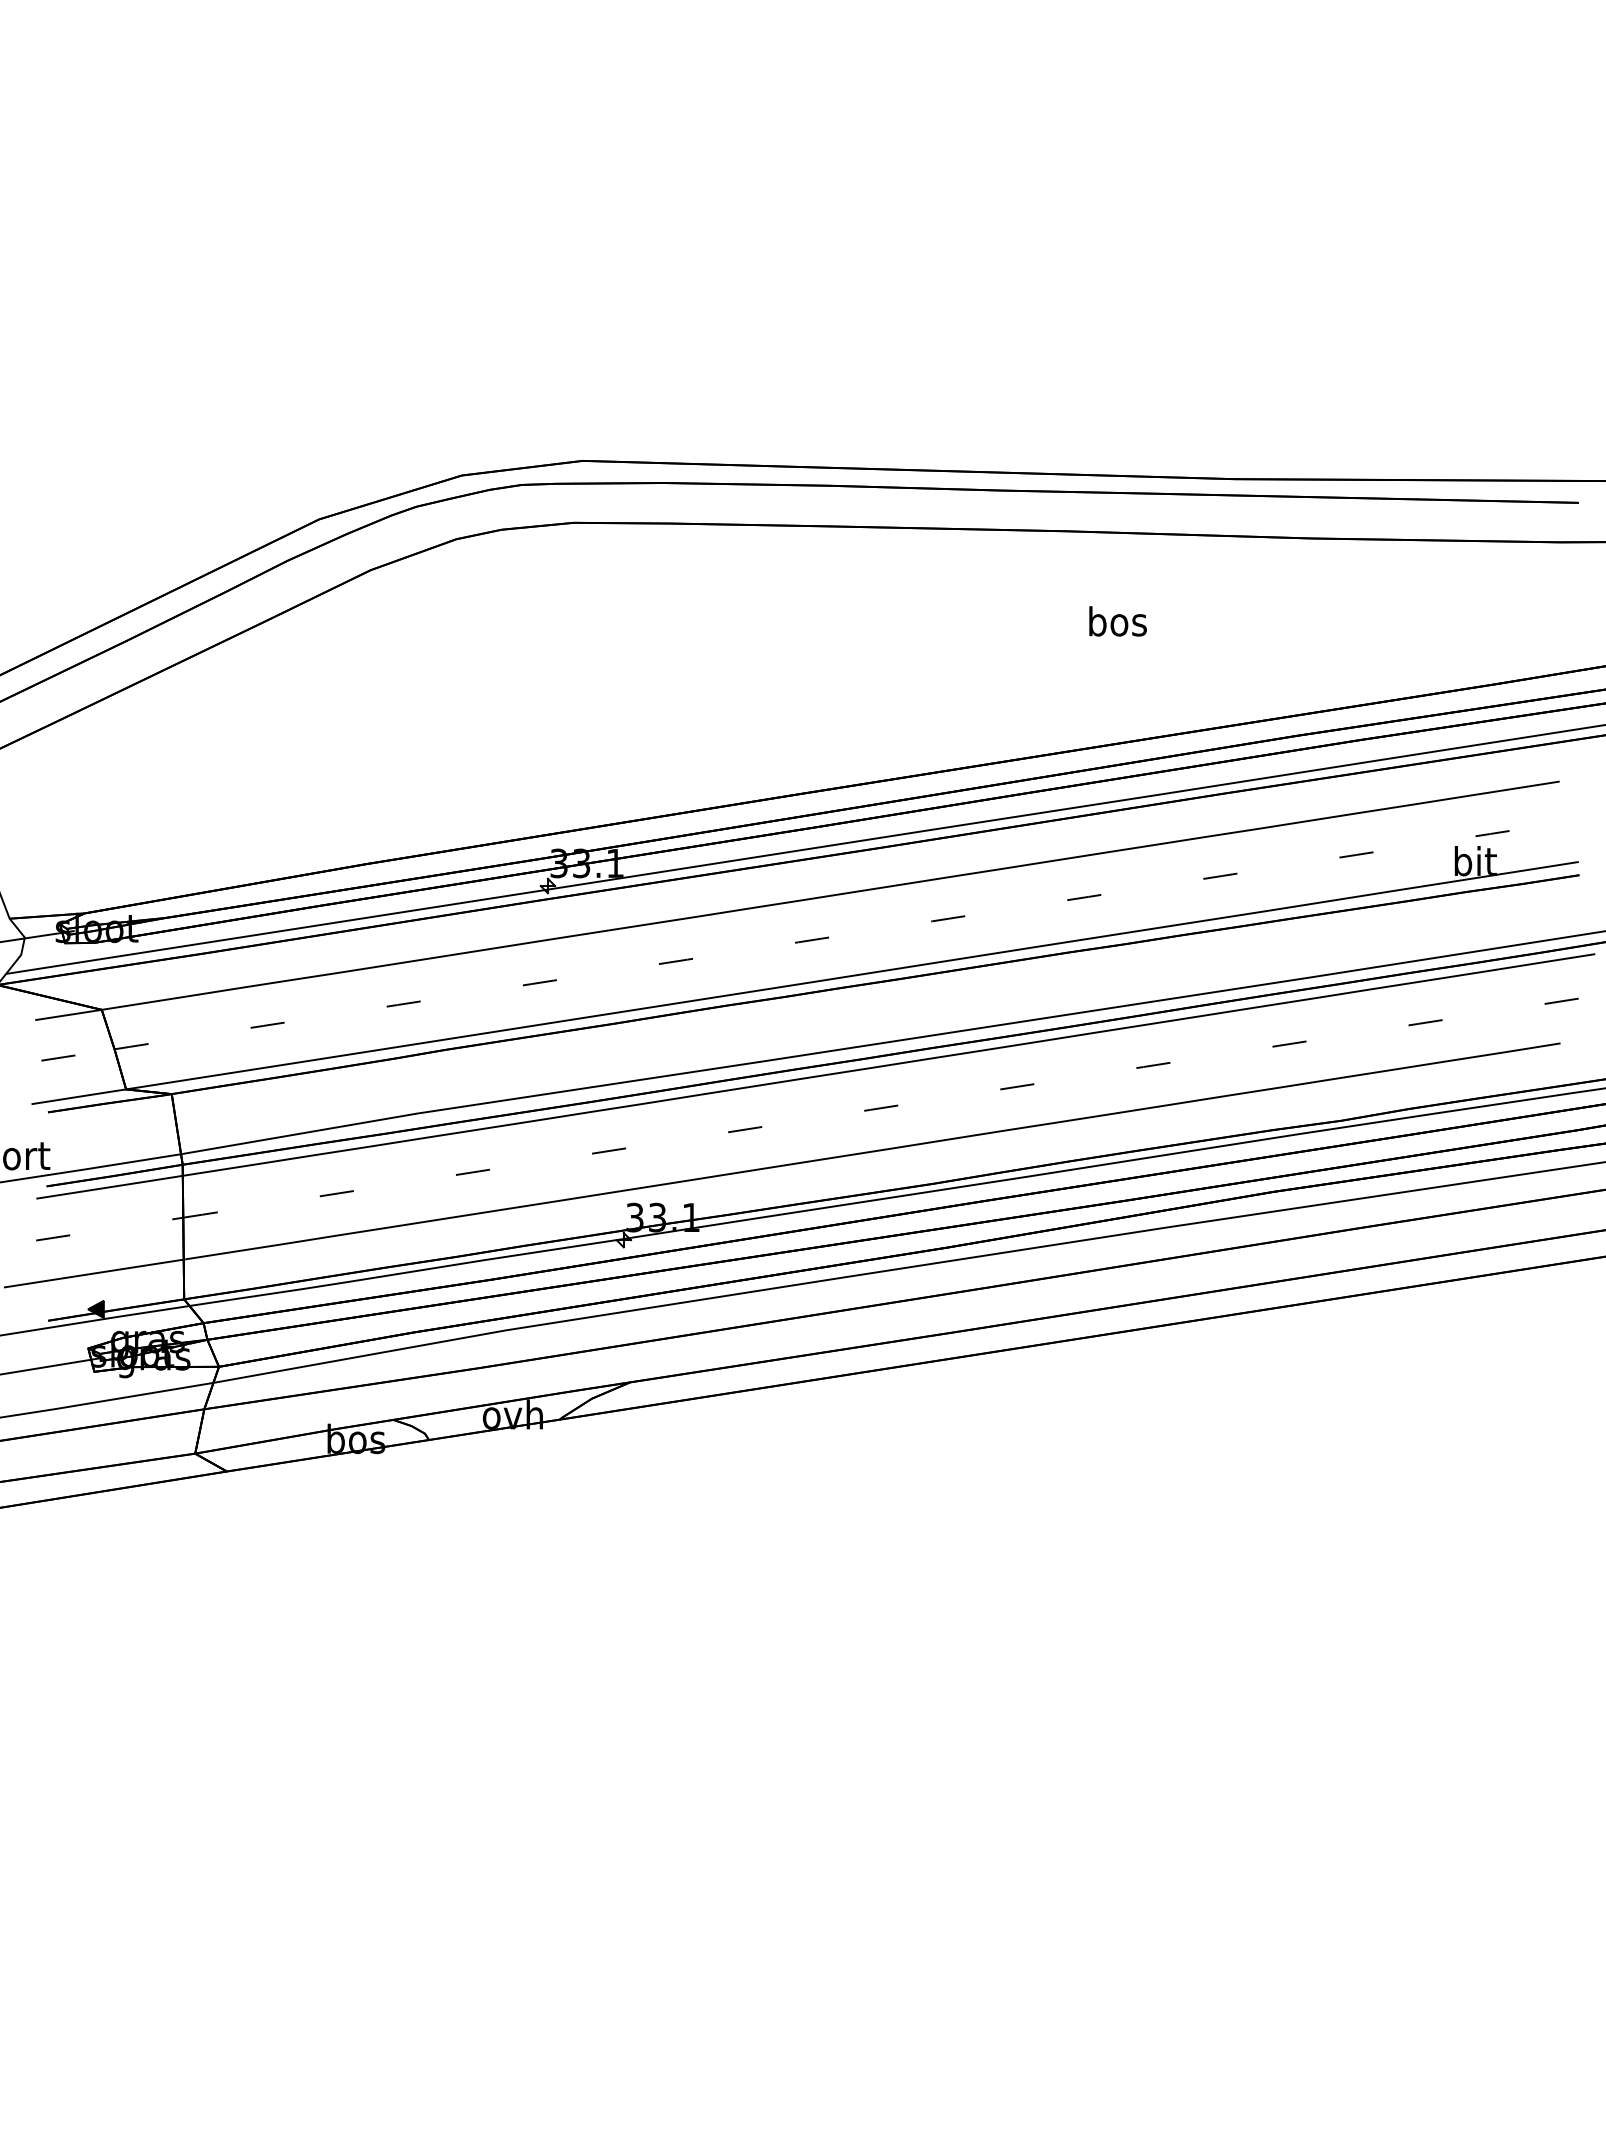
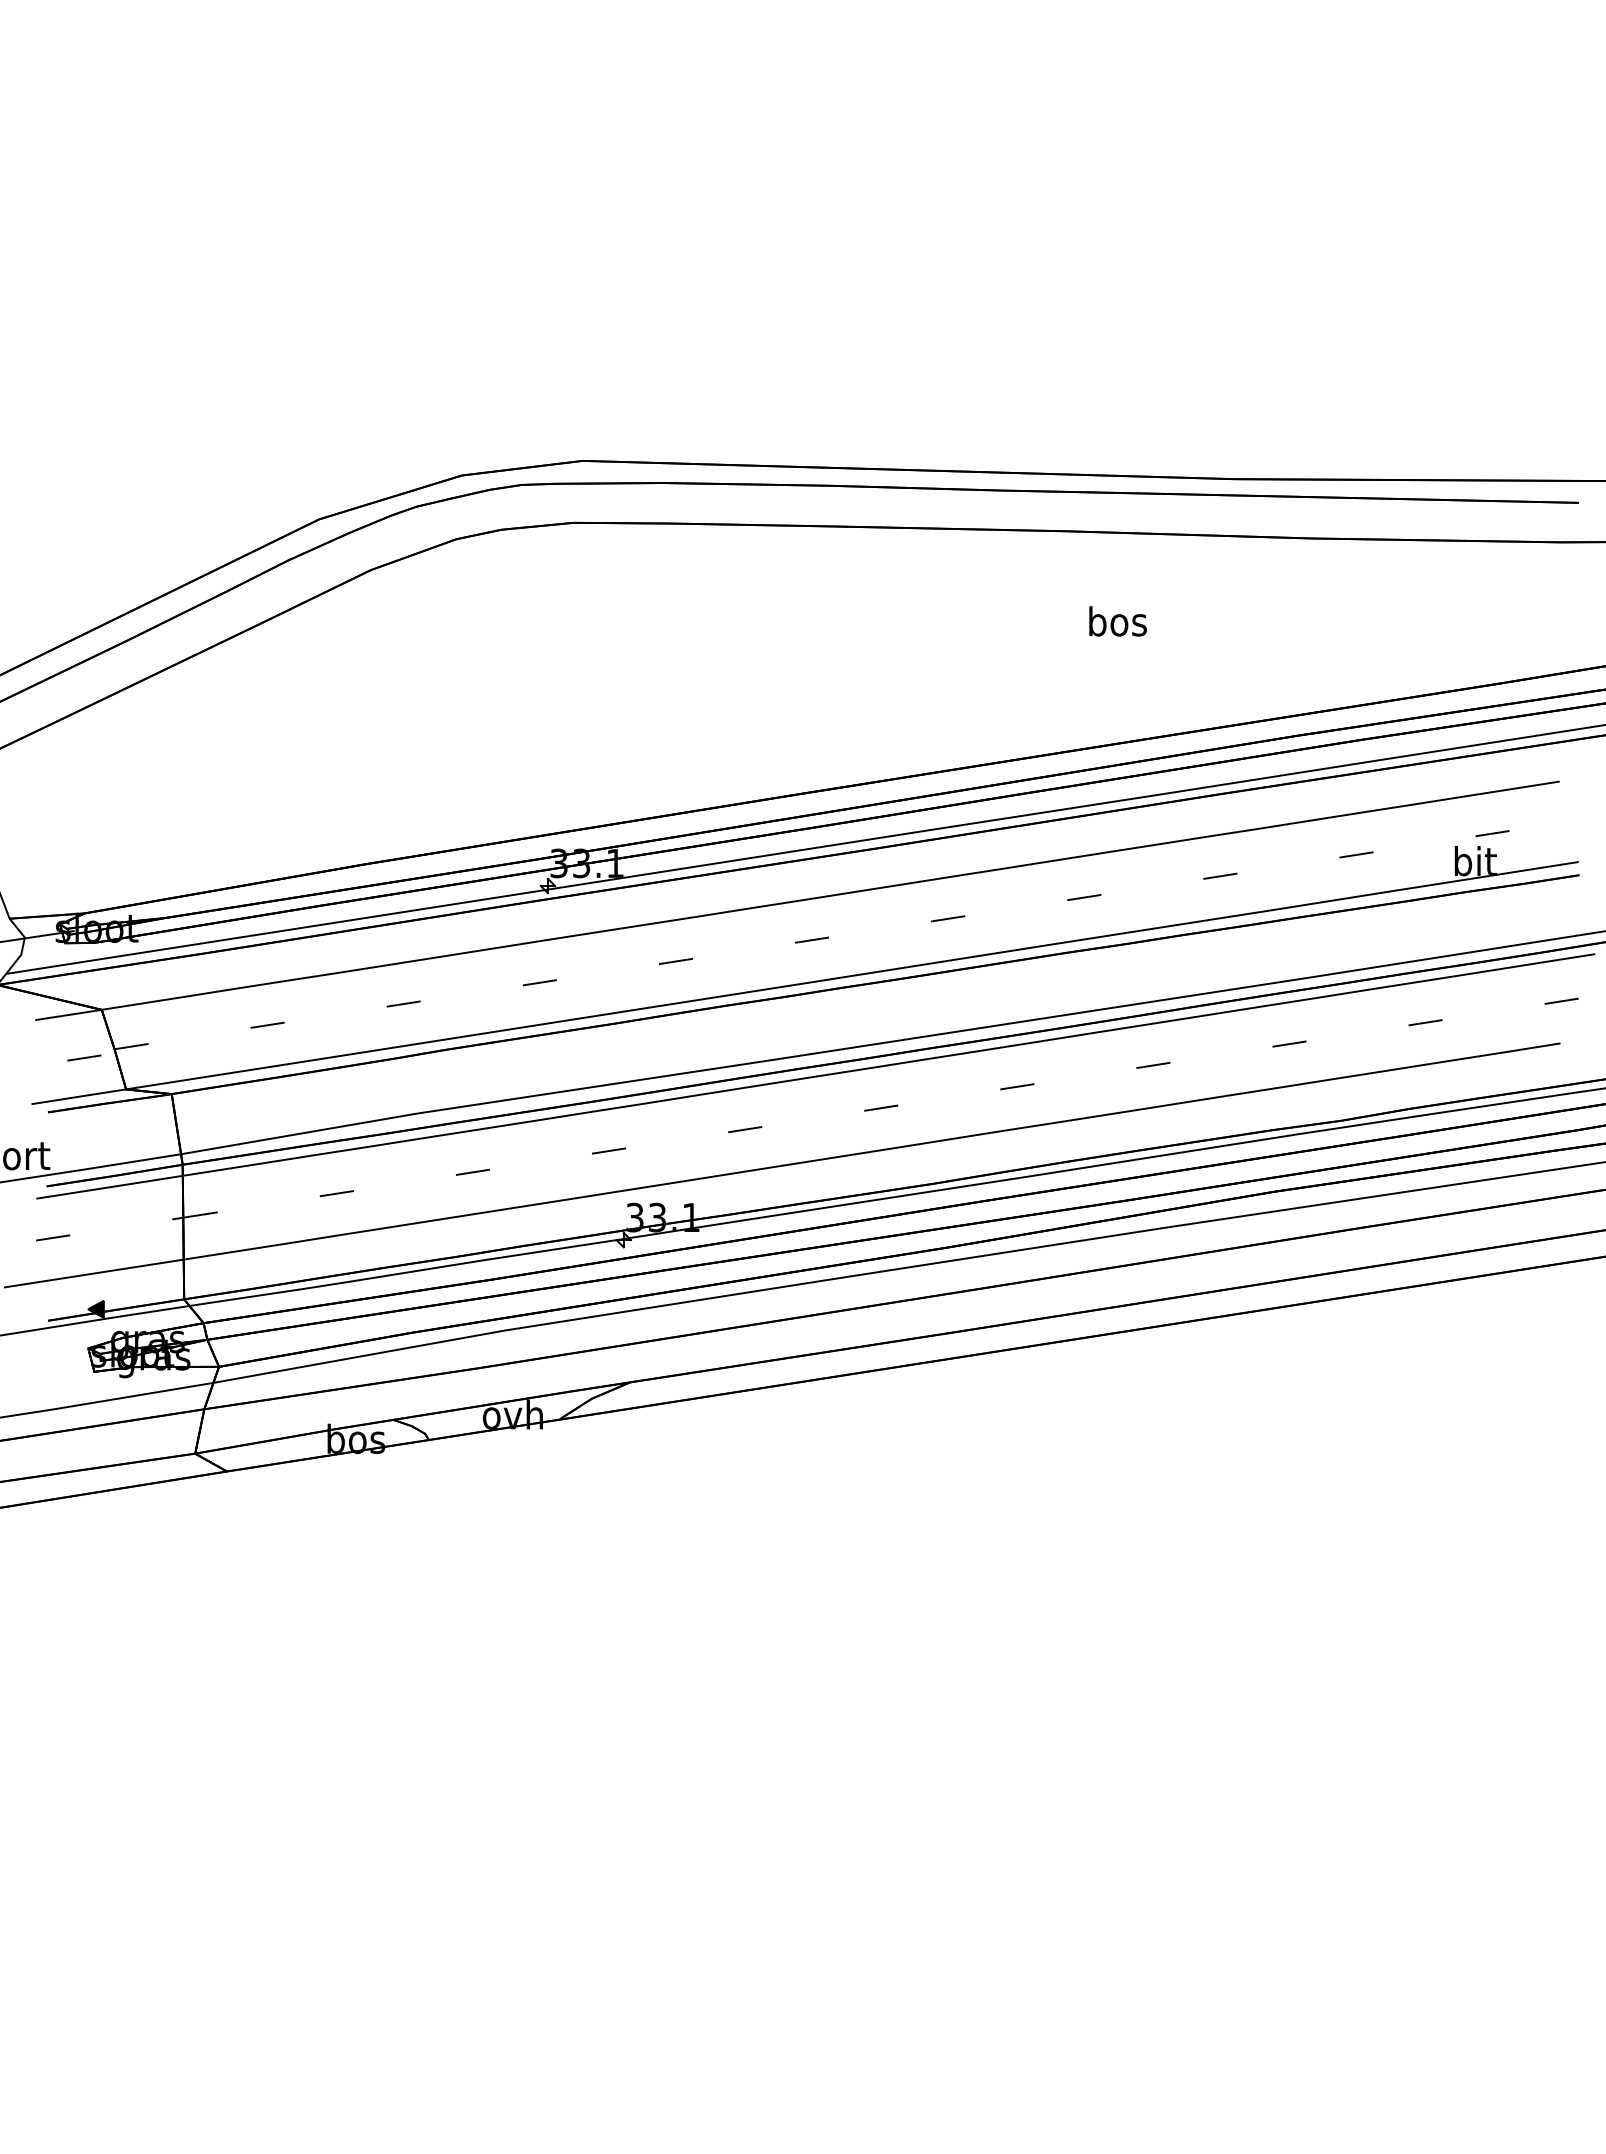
line at (58, 1057) position: (58, 1057) -> (84, 1057)
line at (51, 1366): present -> none
